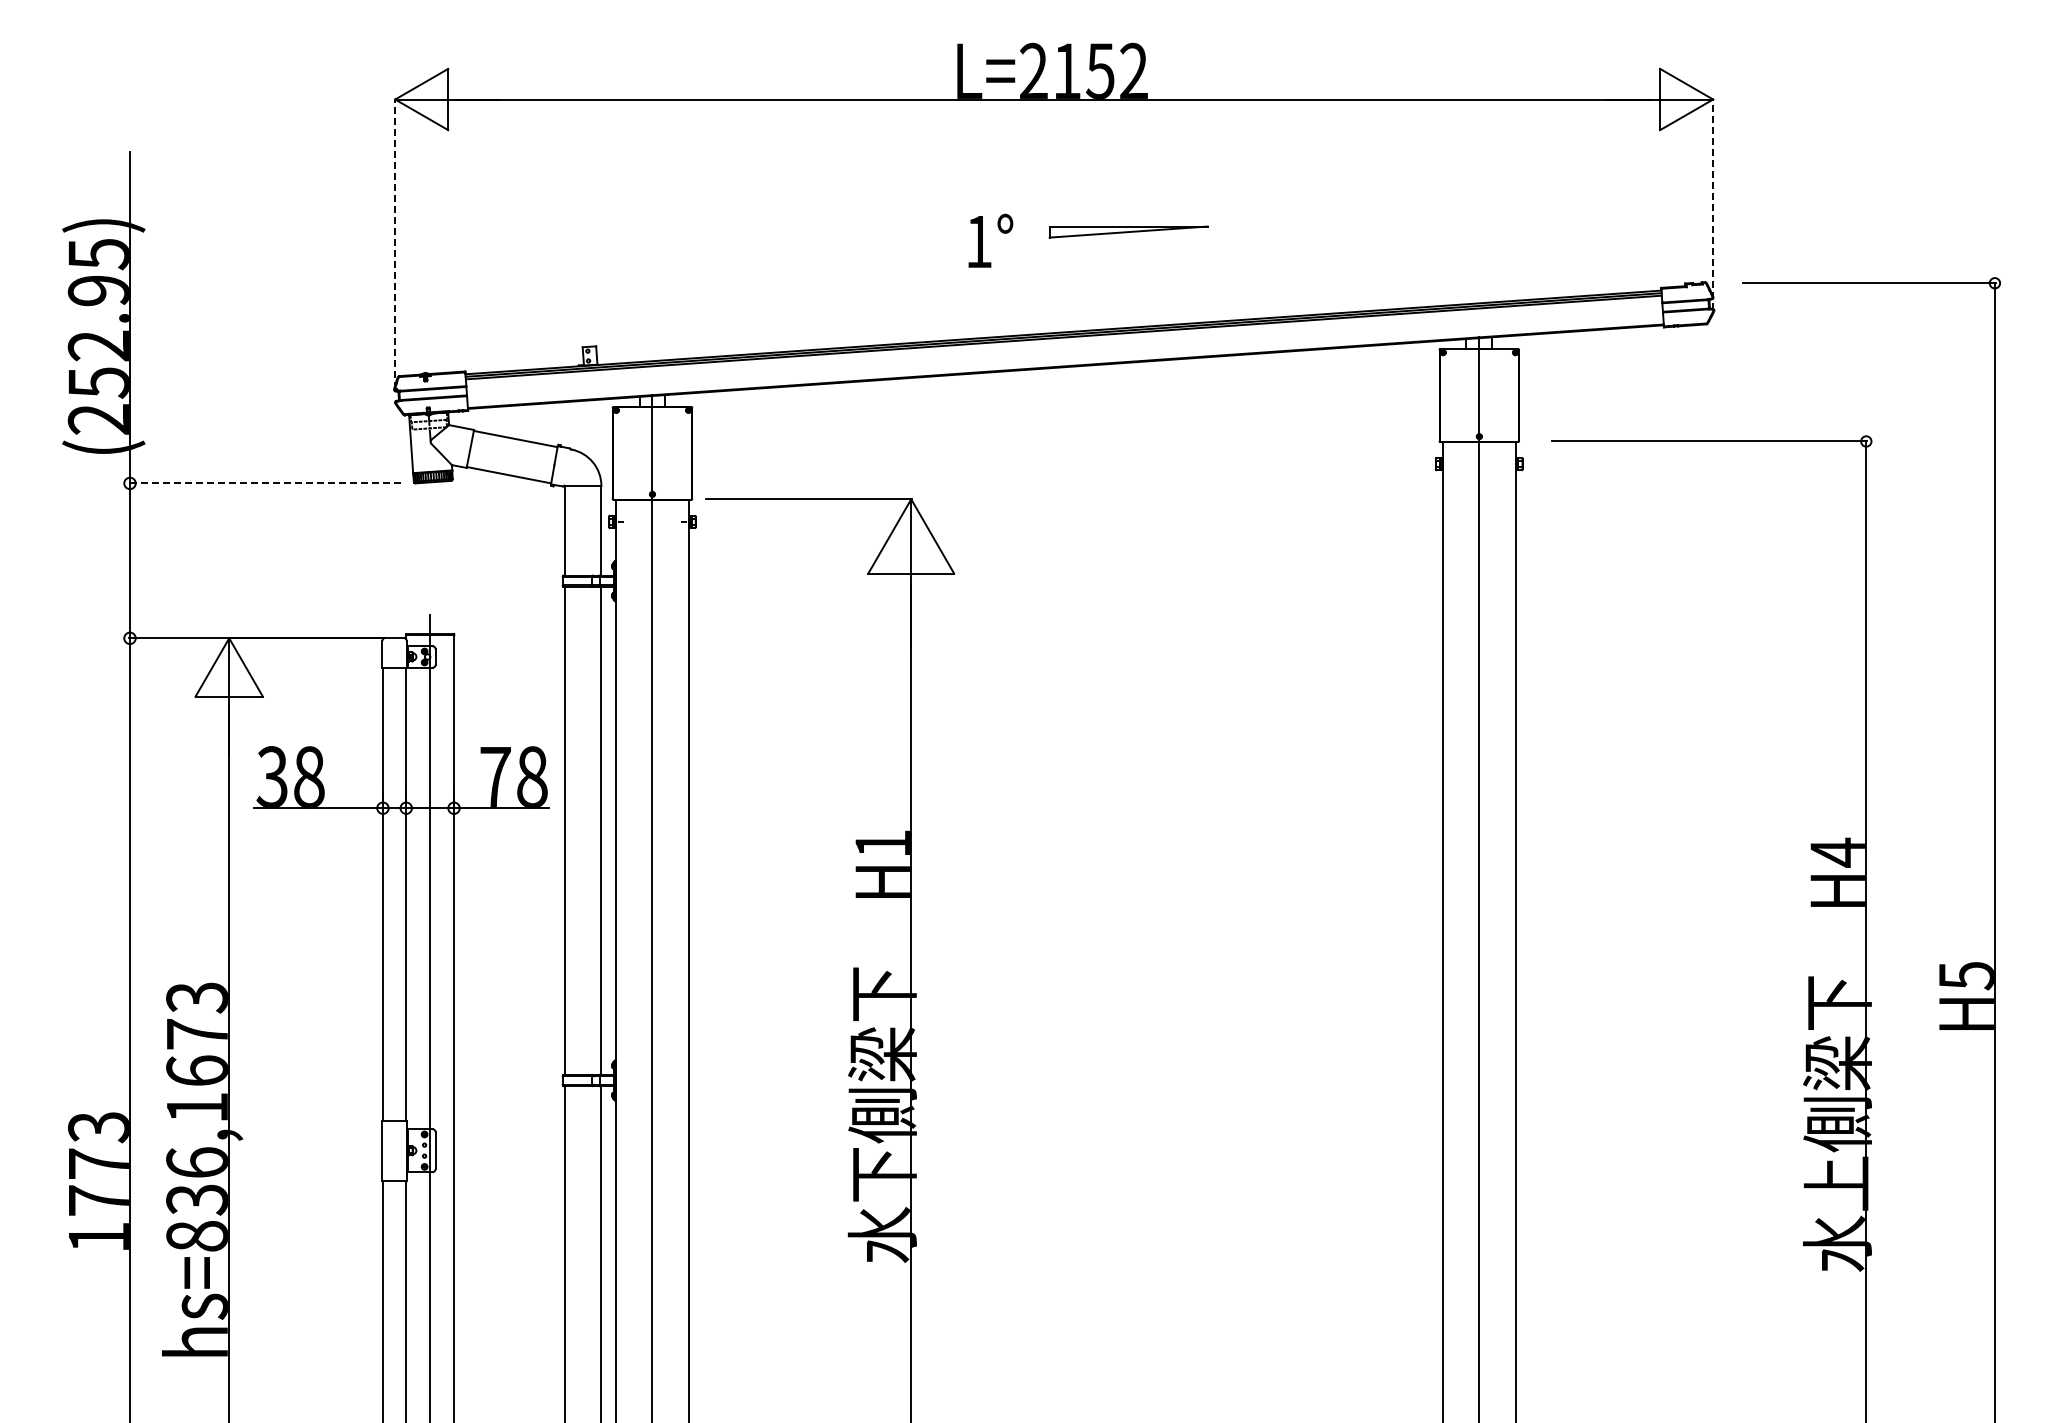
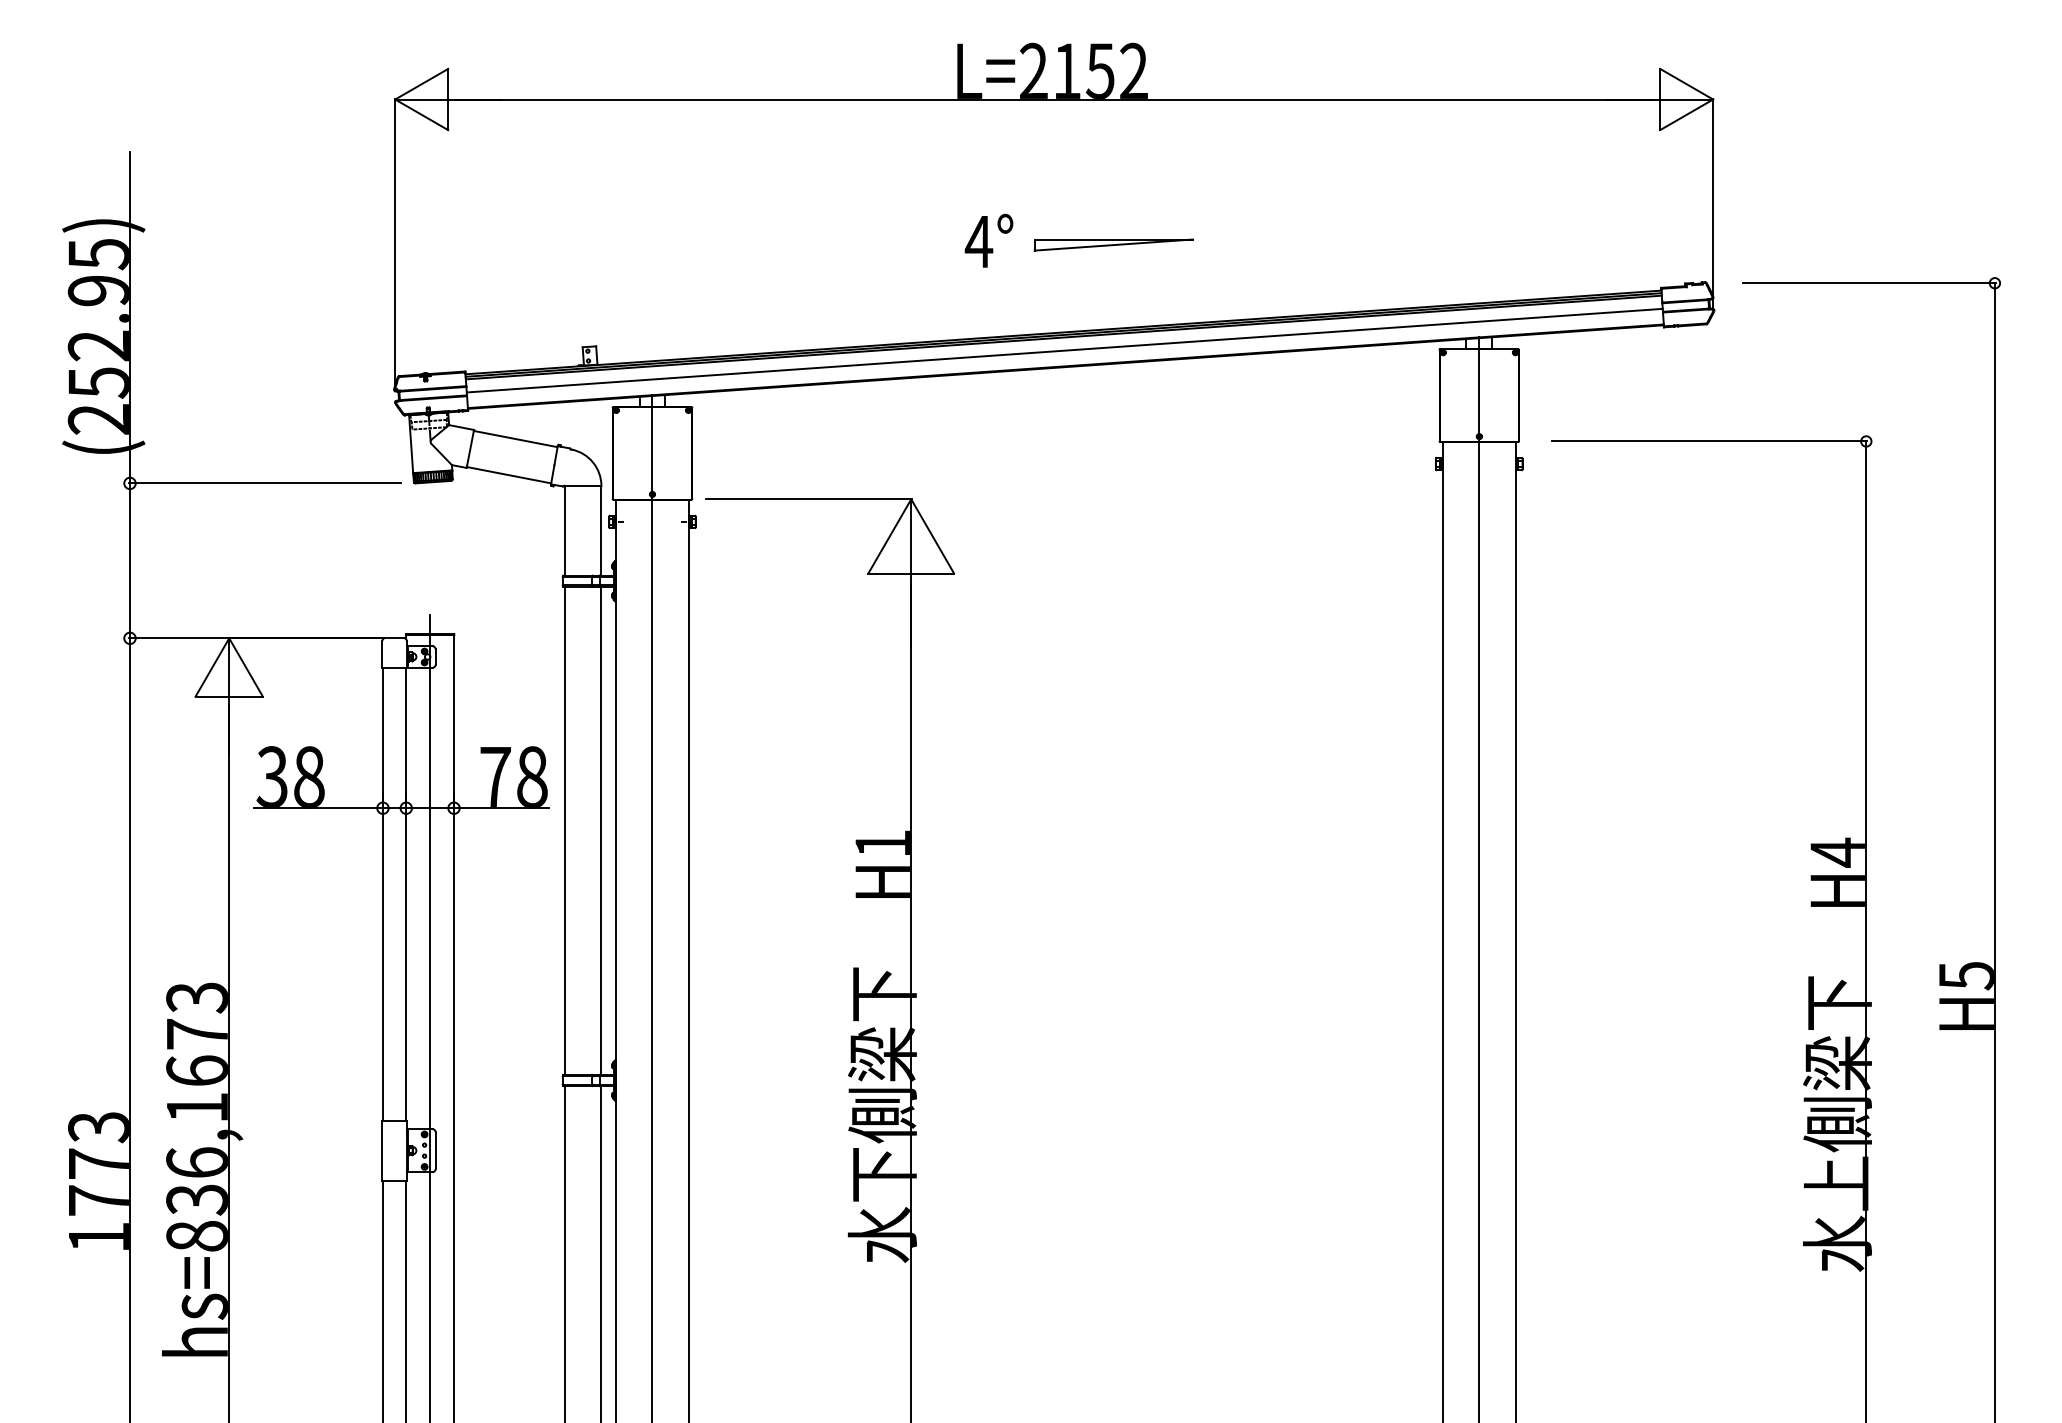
line at (1713, 204): dashed -> solid
part at (1128, 231) position: (1128, 231) -> (1113, 244)
text at (978, 241): 1° -> 4°
line at (395, 243): dashed -> solid
line at (1064, 350): none -> present
line at (264, 483): dashed -> solid
